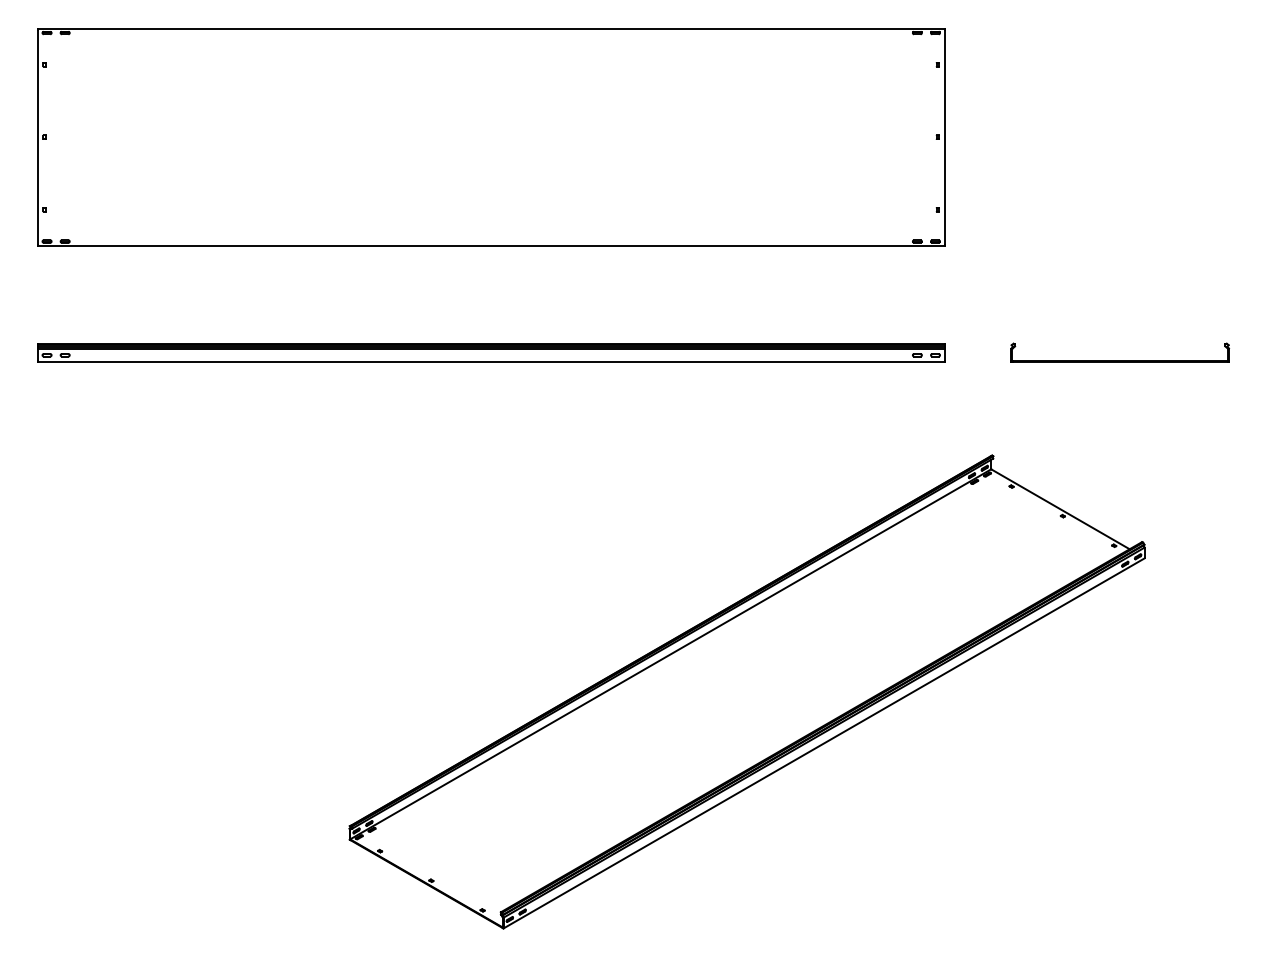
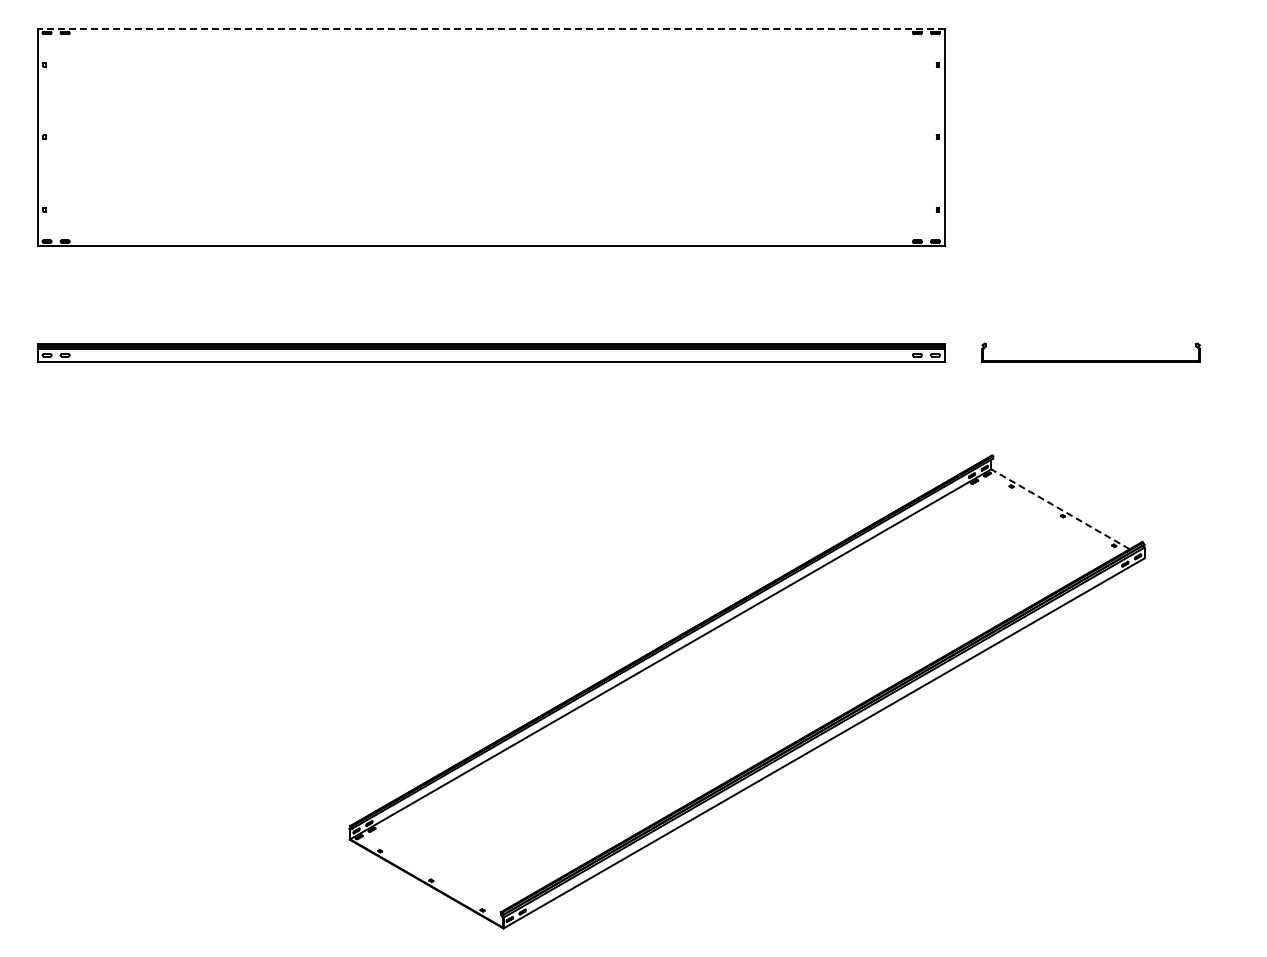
line at (490, 28): solid -> dashed
part at (1120, 360) position: (1120, 360) -> (1091, 360)
line at (1060, 509): solid -> dashed
